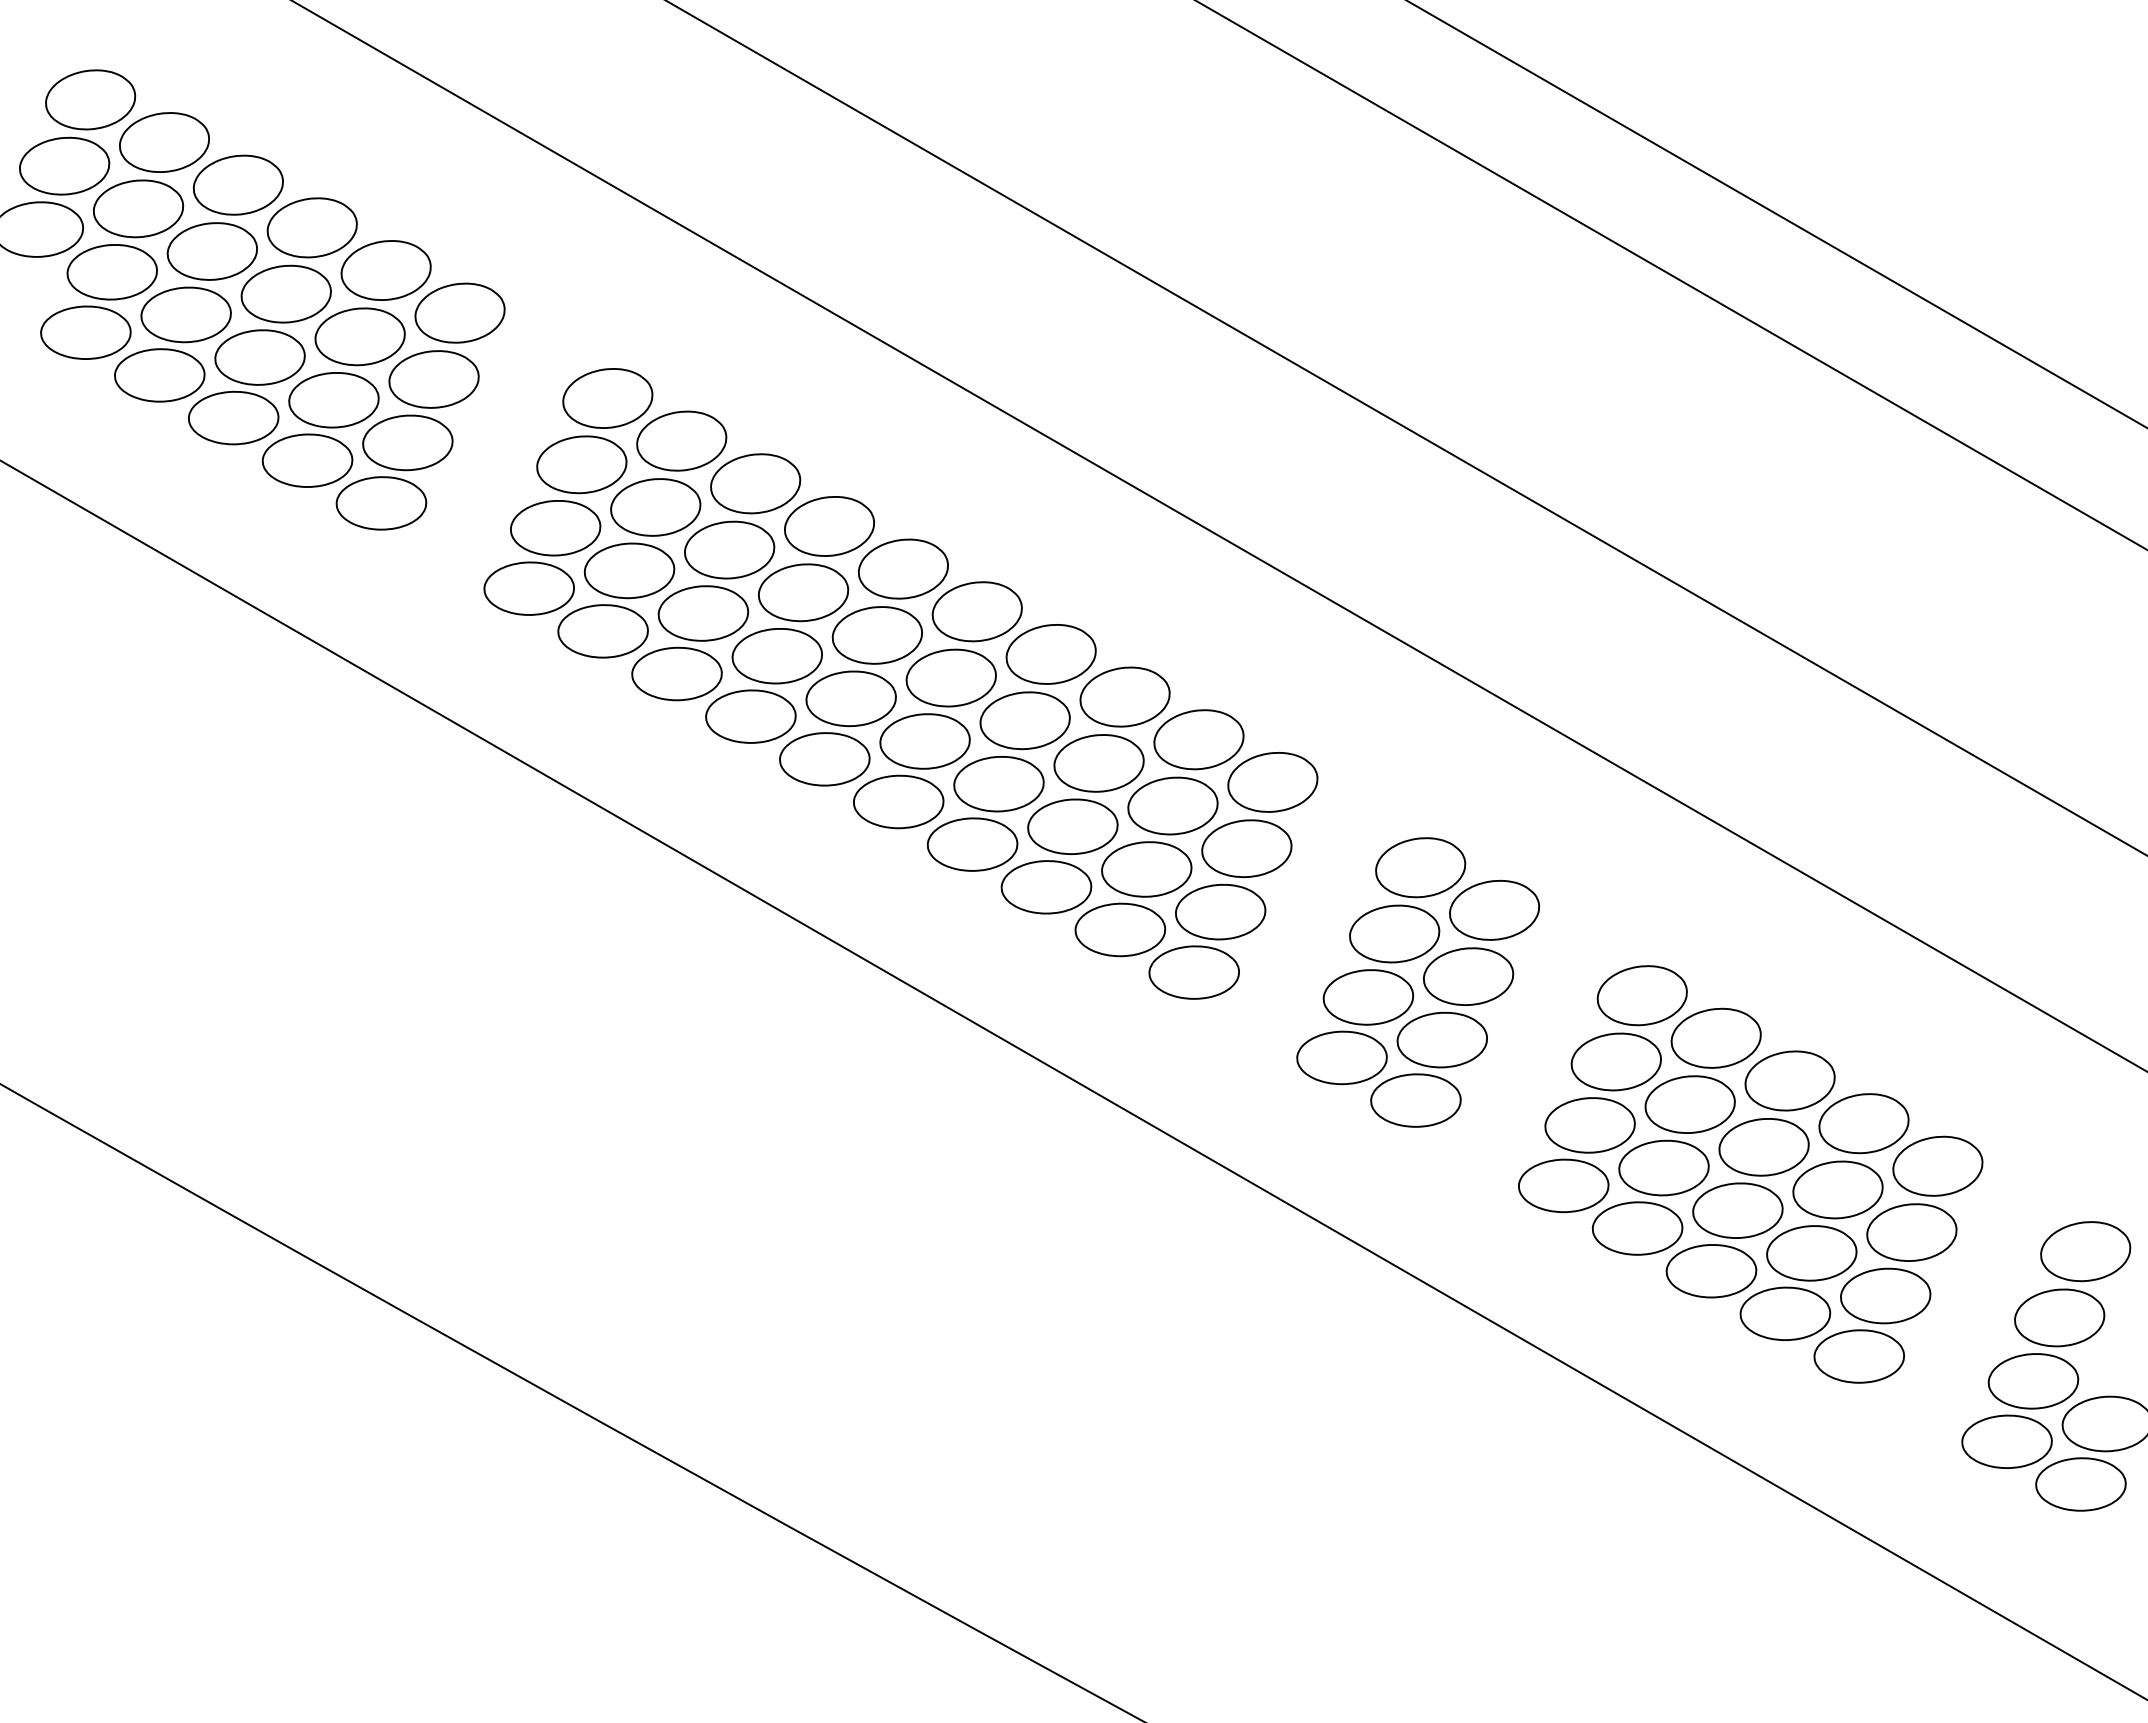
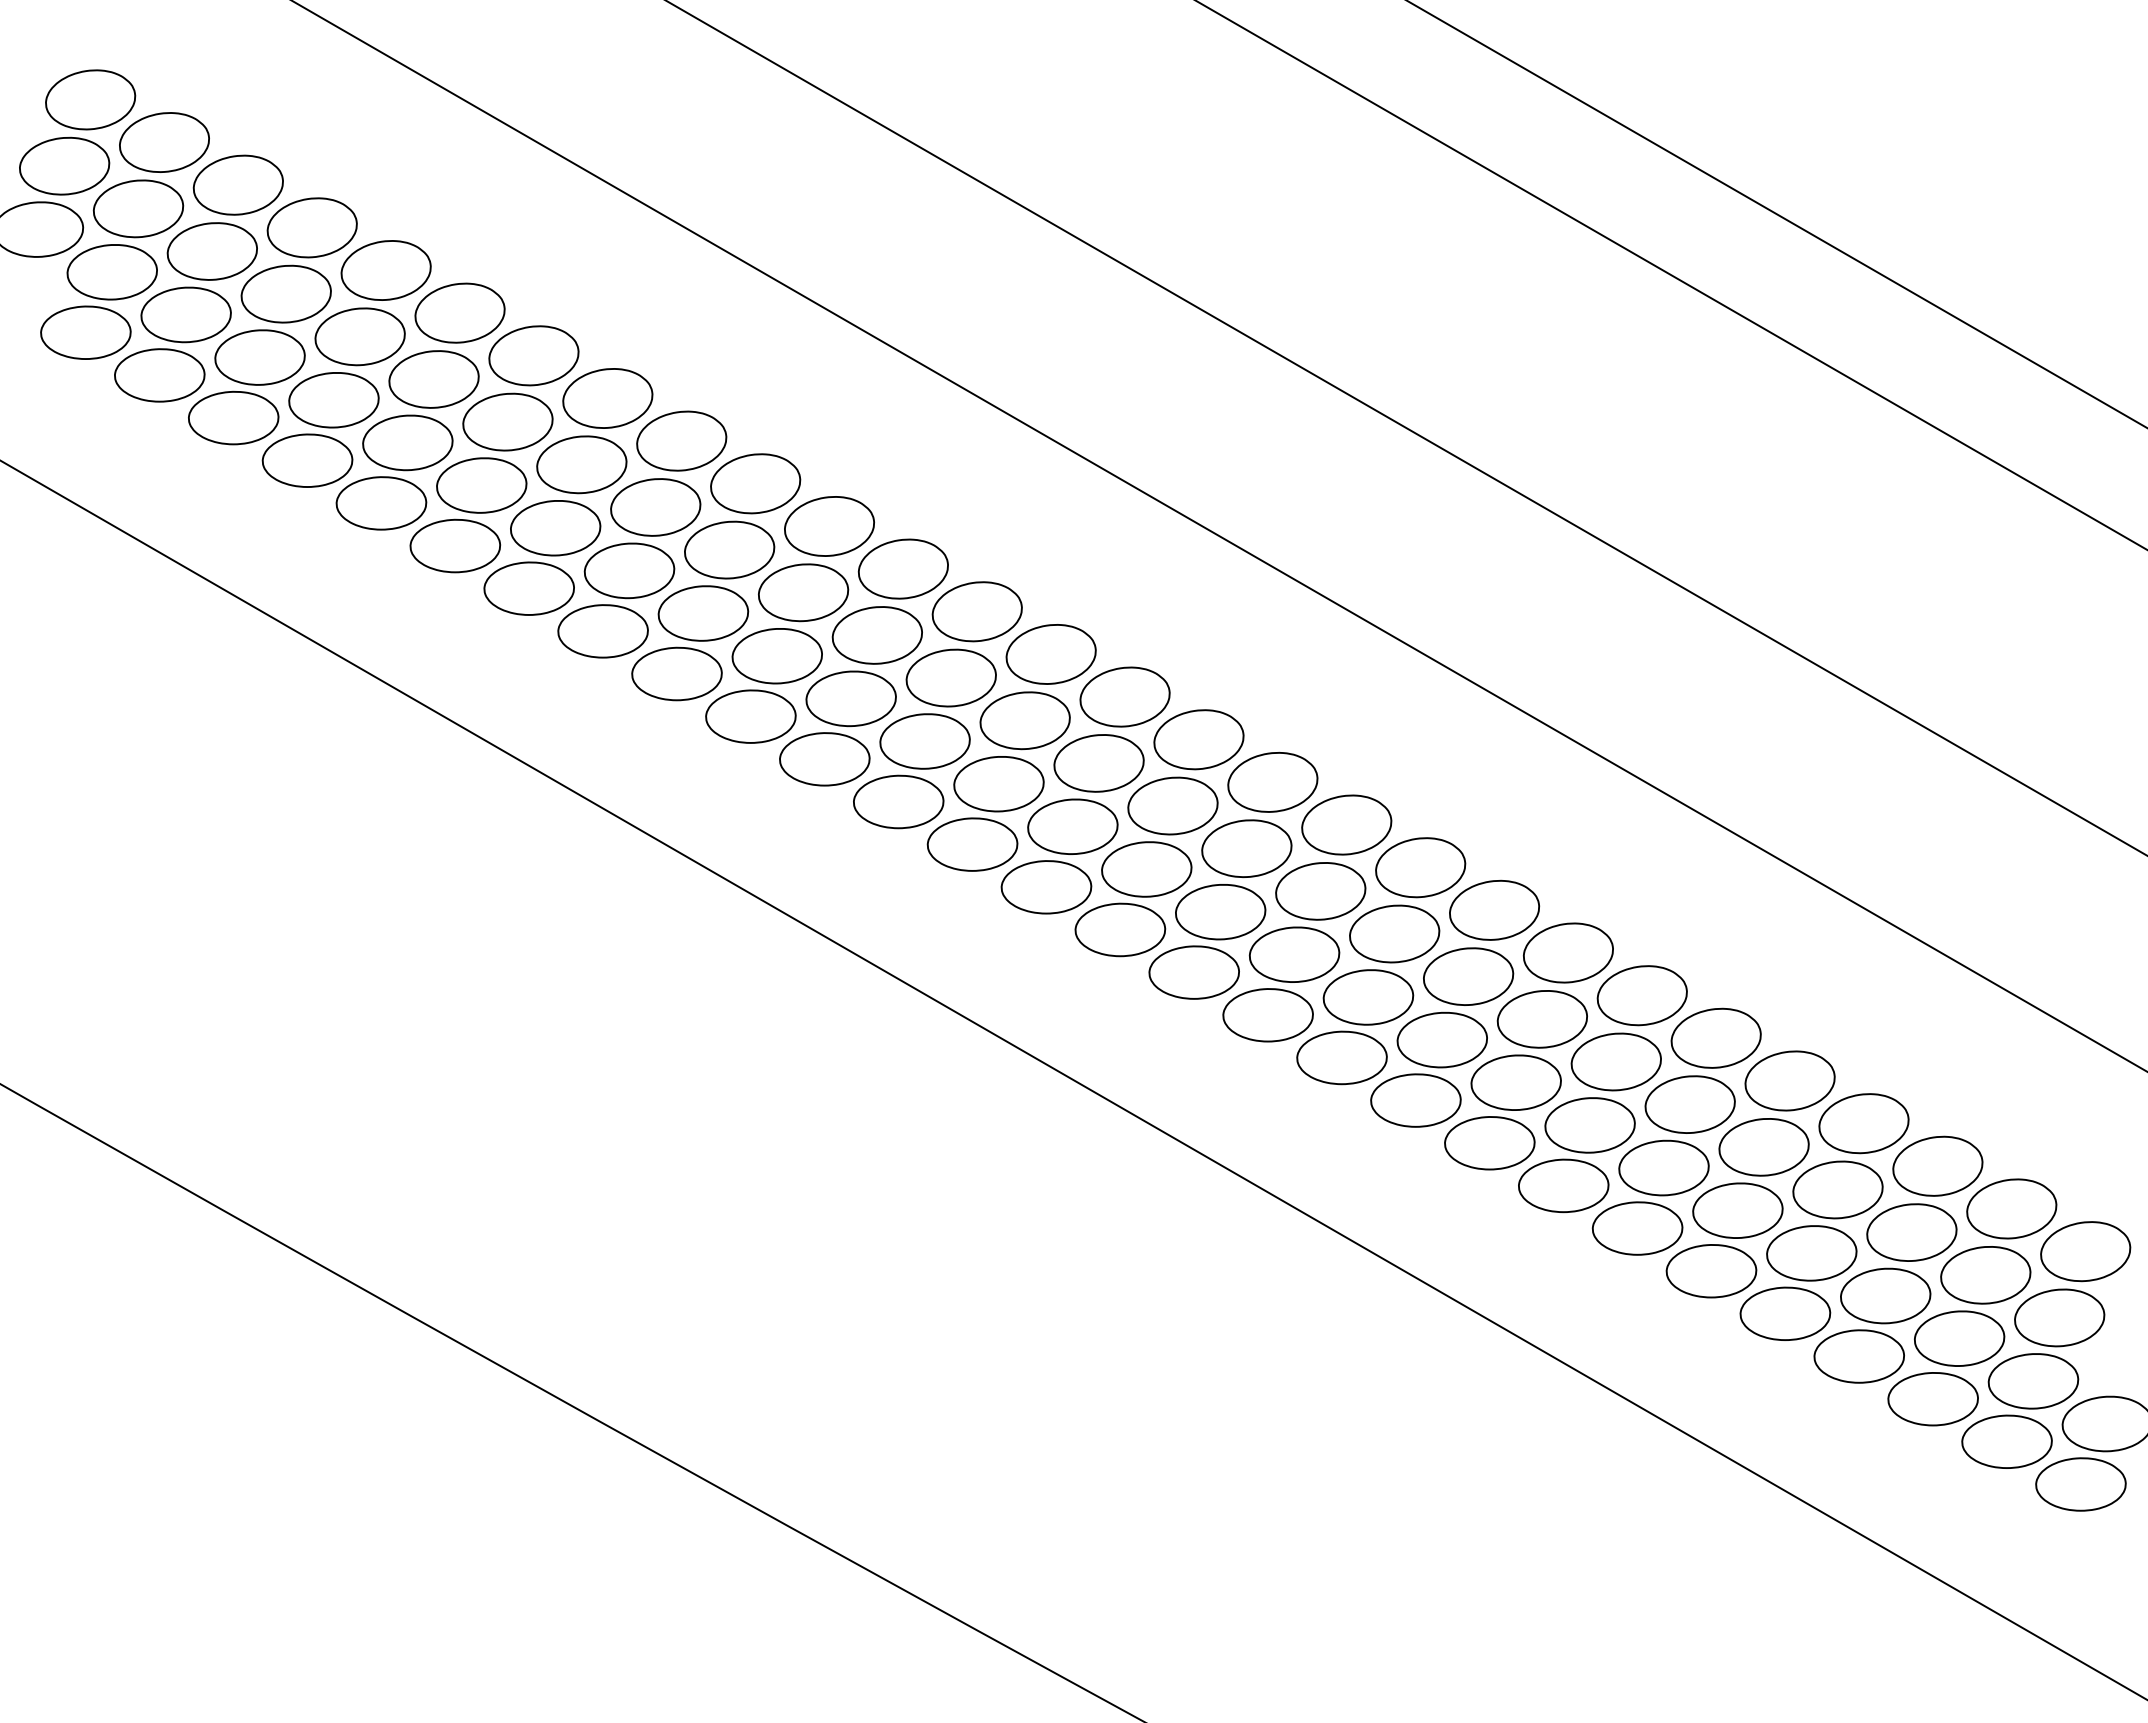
part at (494, 449): none -> present
part at (1307, 918): none -> present
part at (1528, 1046): none -> present
part at (1972, 1302): none -> present
